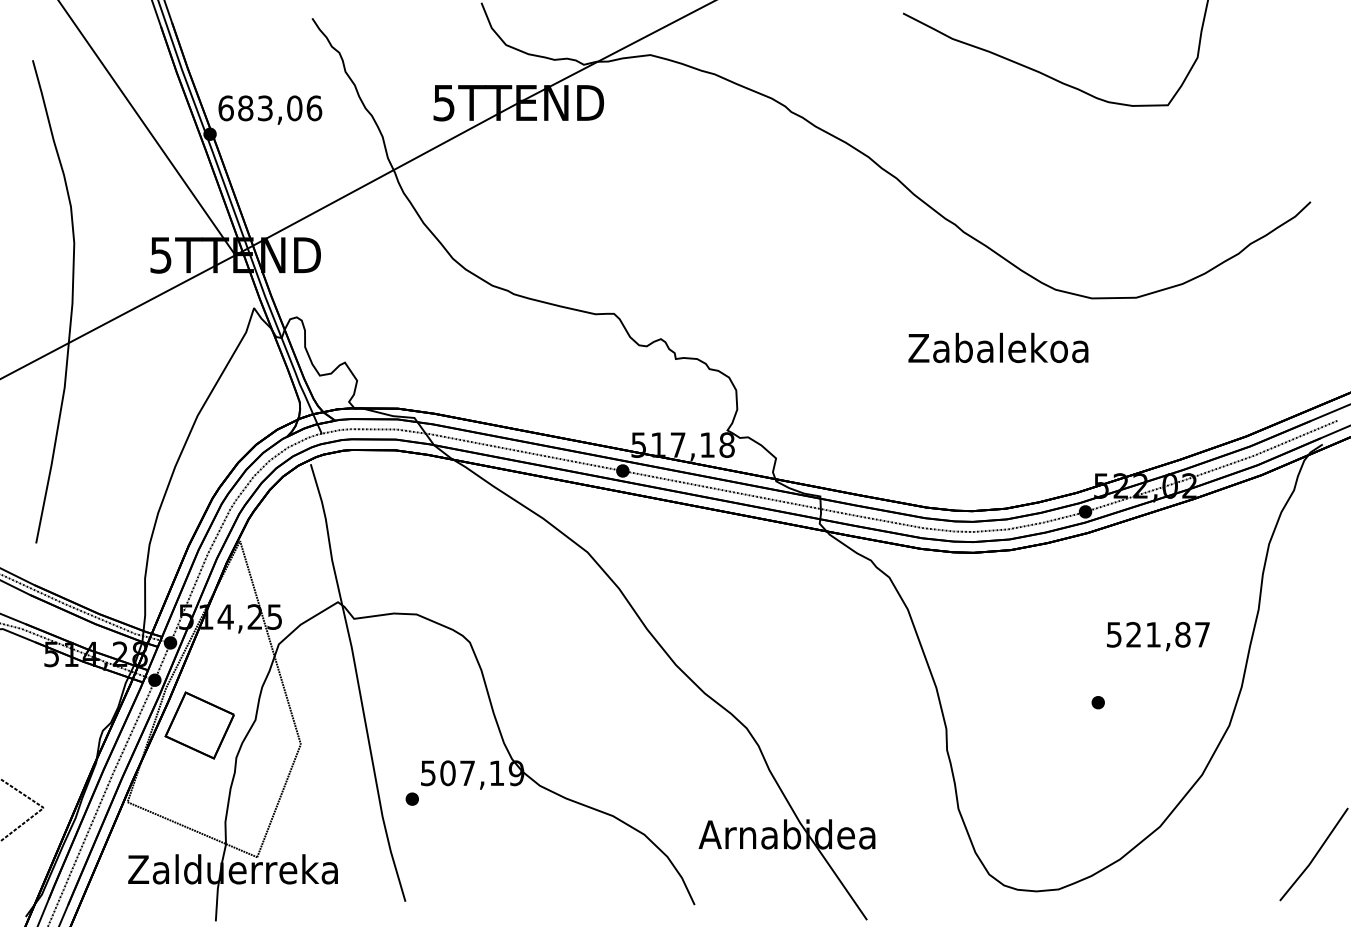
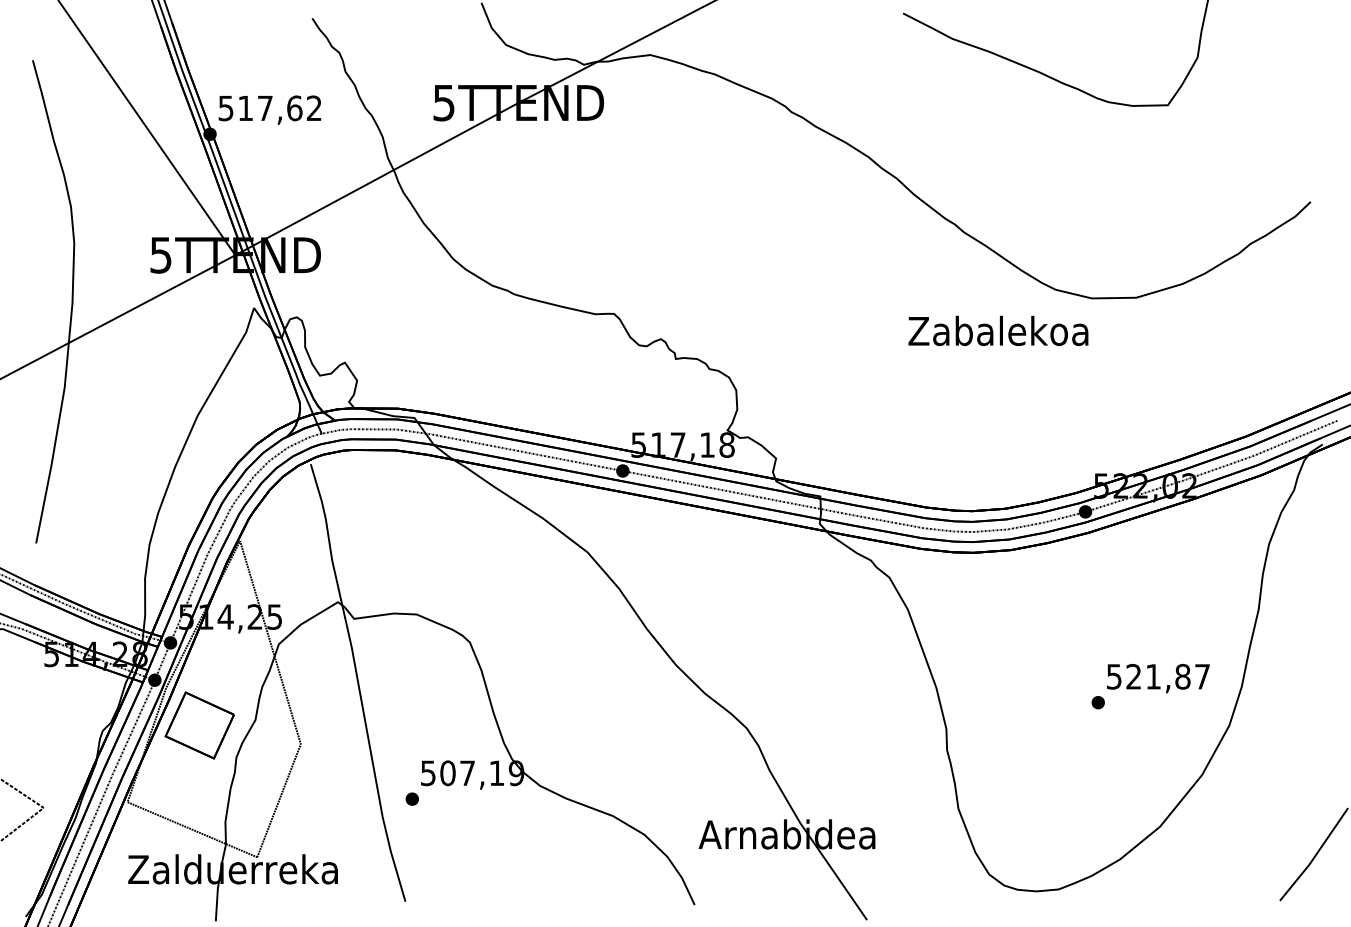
text at (270, 108): 683,06 -> 517,62
text at (998, 347) position: (998, 347) -> (998, 330)
text at (1158, 636) position: (1158, 636) -> (1158, 678)
